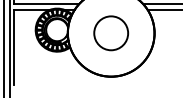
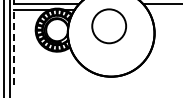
line at (163, 9): present -> none
circle at (110, 33) position: (110, 33) -> (108, 26)
line at (14, 47): solid -> dashed
